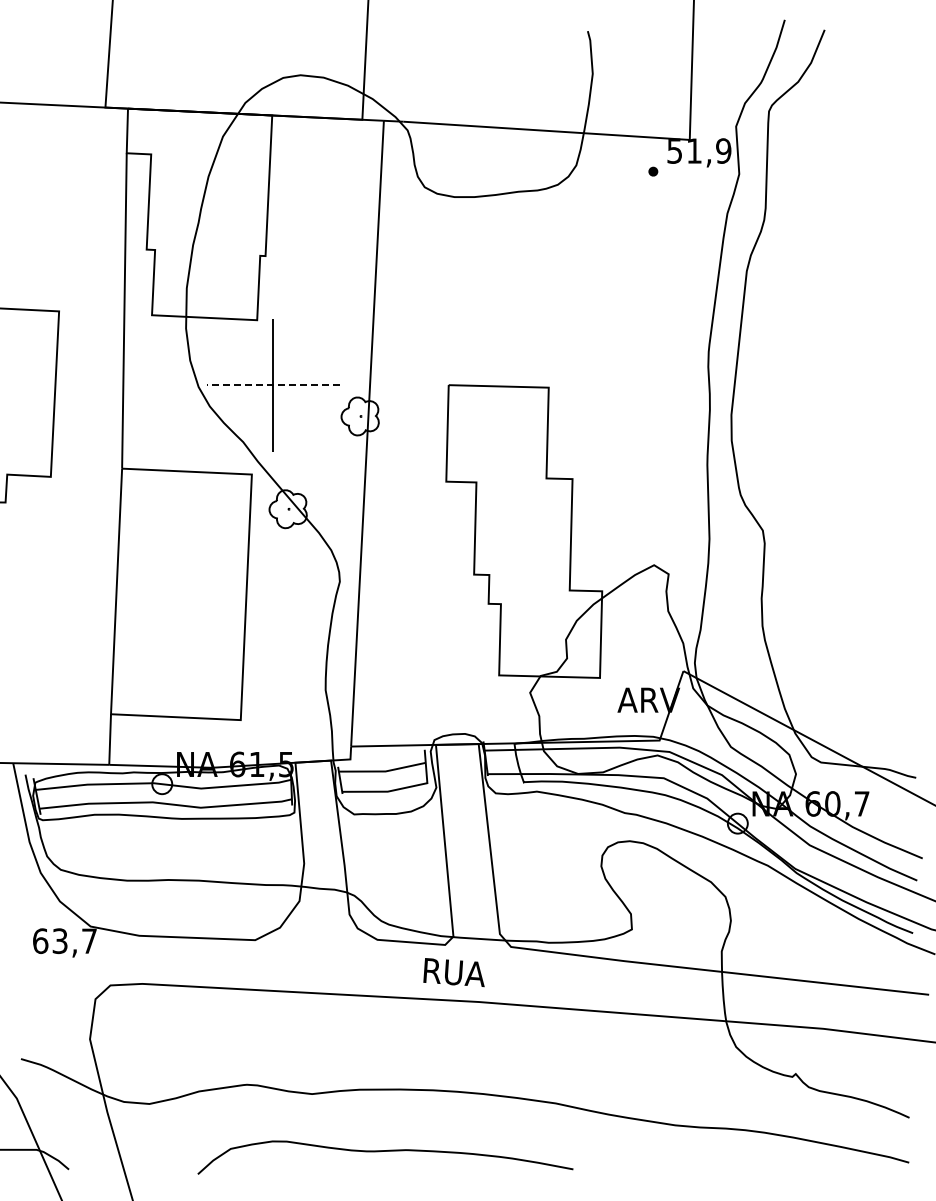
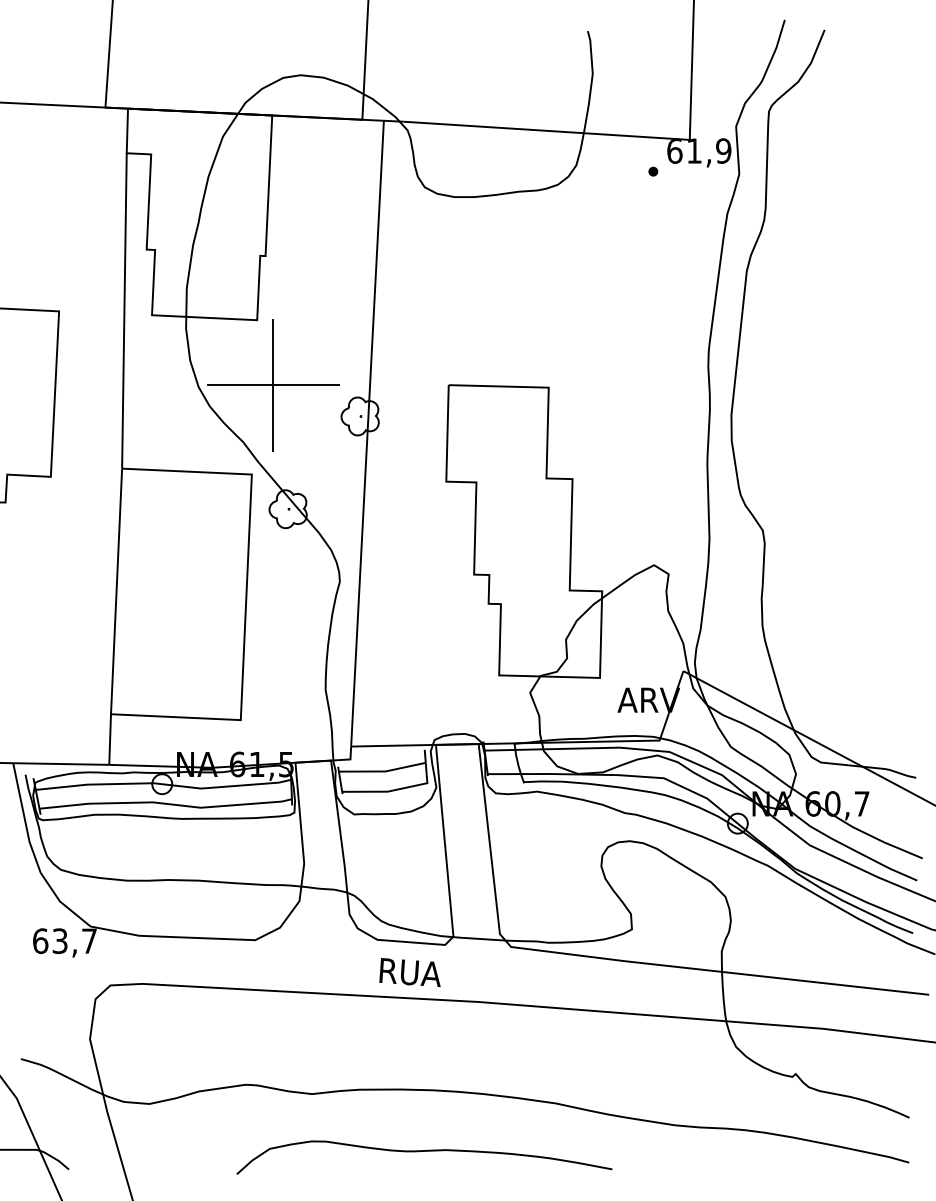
text at (674, 151): 51,9 -> 61,9
line at (273, 385): dashed -> solid
text at (453, 972) position: (453, 972) -> (409, 972)
curve at (385, 1151) position: (385, 1151) -> (424, 1151)
